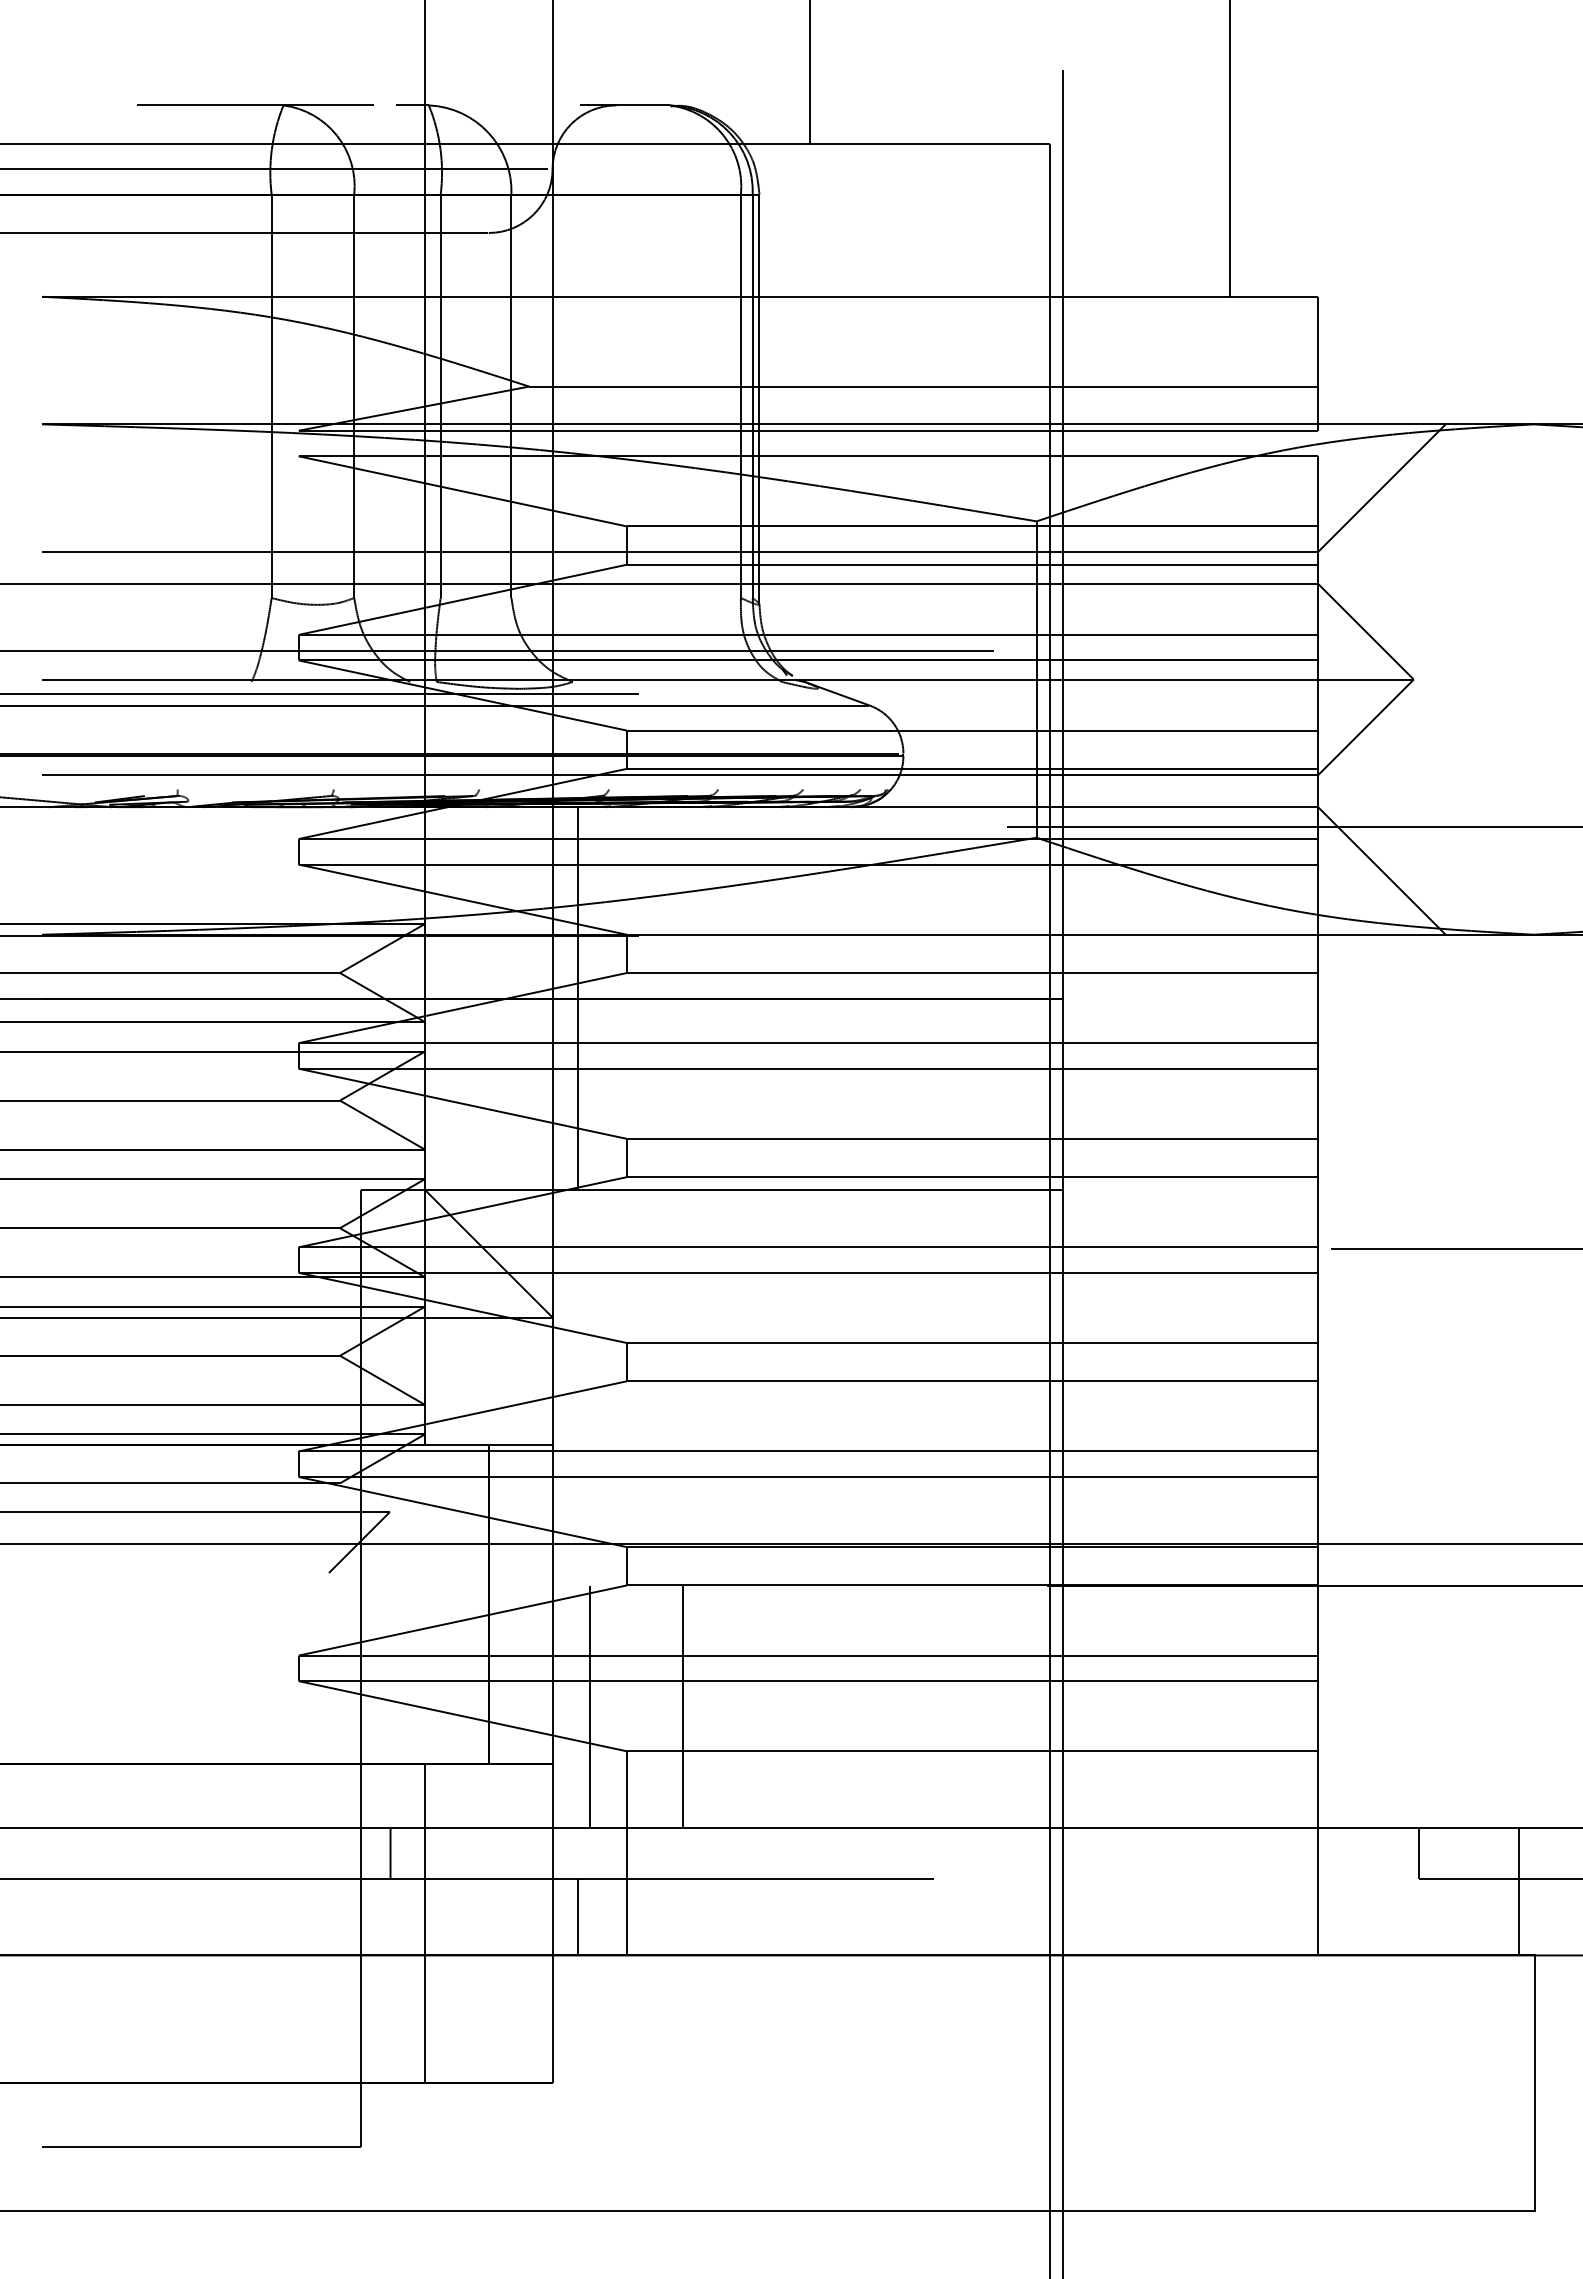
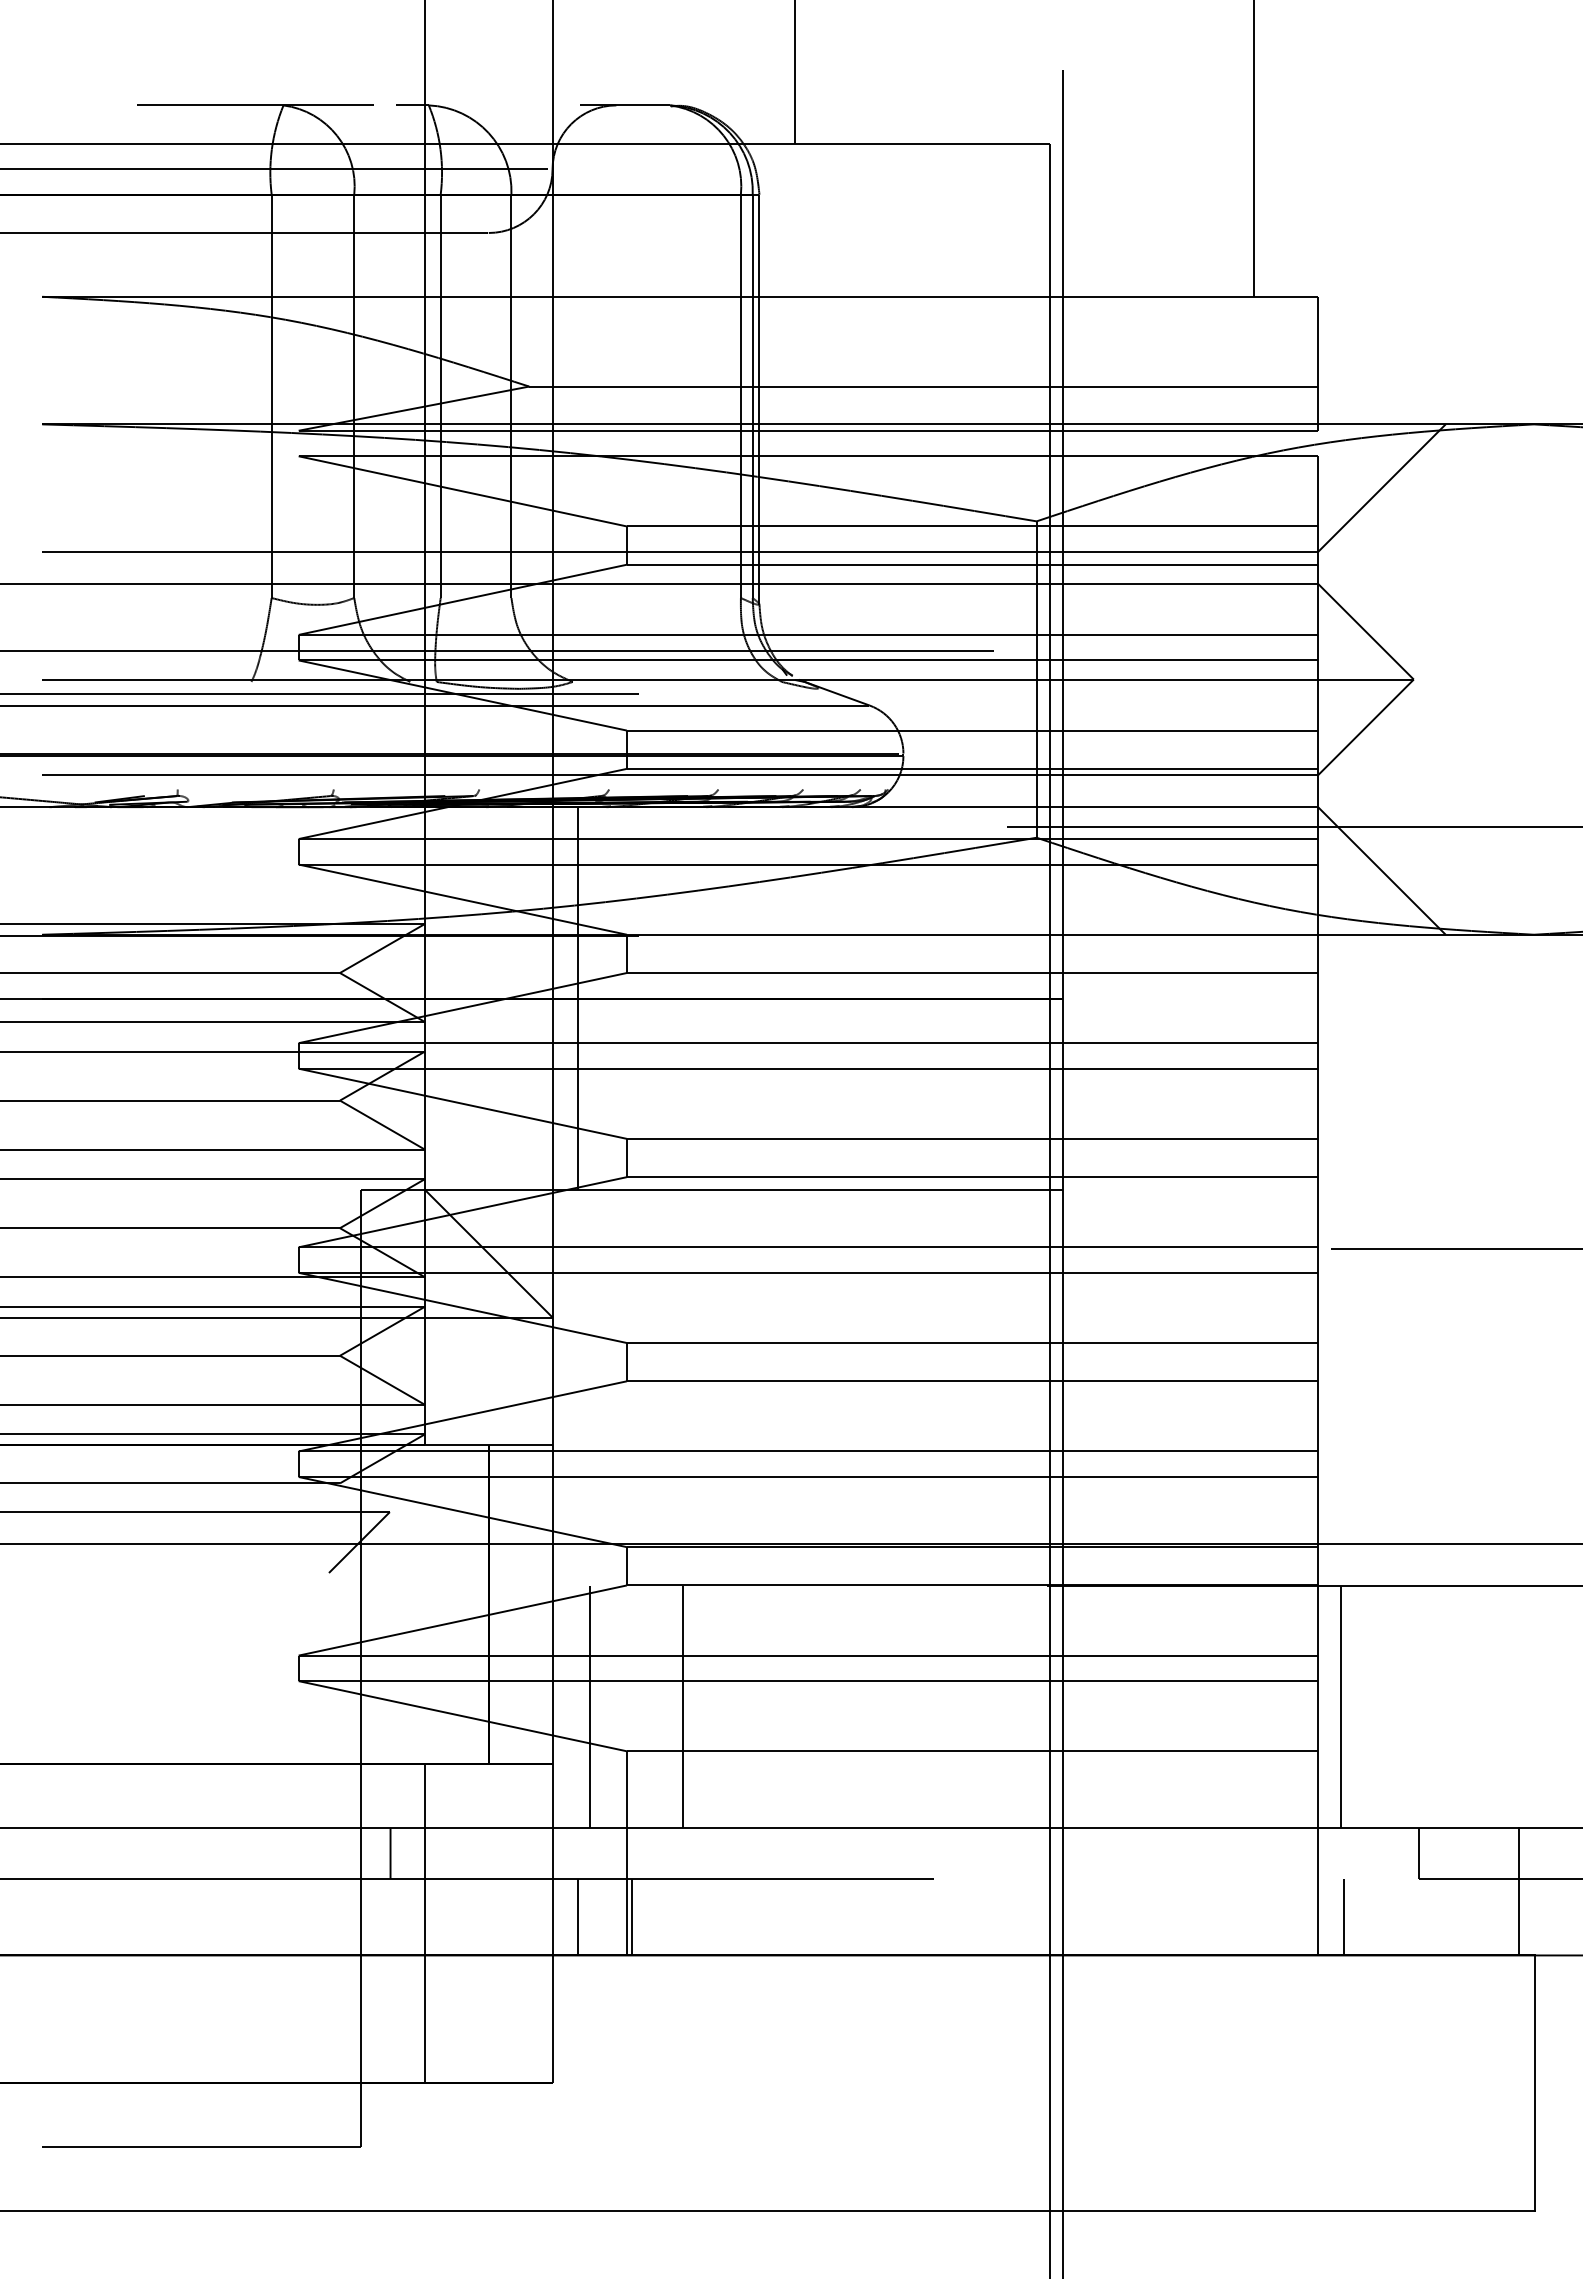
line at (810, 72) position: (810, 72) -> (795, 72)
line at (1230, 149) position: (1230, 149) -> (1254, 149)
line at (1340, 1706): none -> present
line at (632, 1916): none -> present
line at (1343, 1916): none -> present
